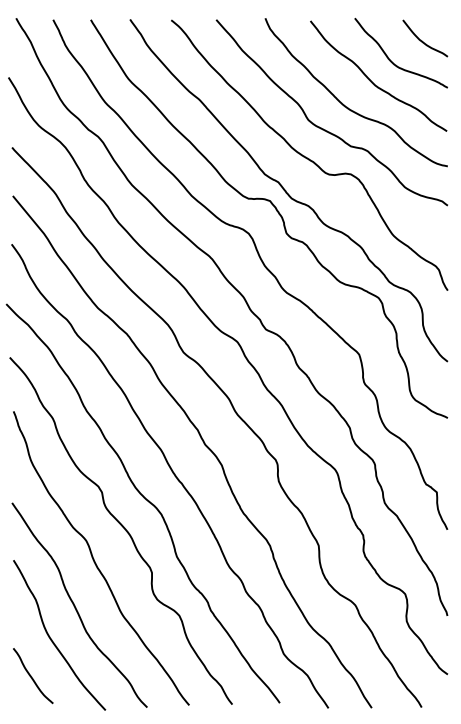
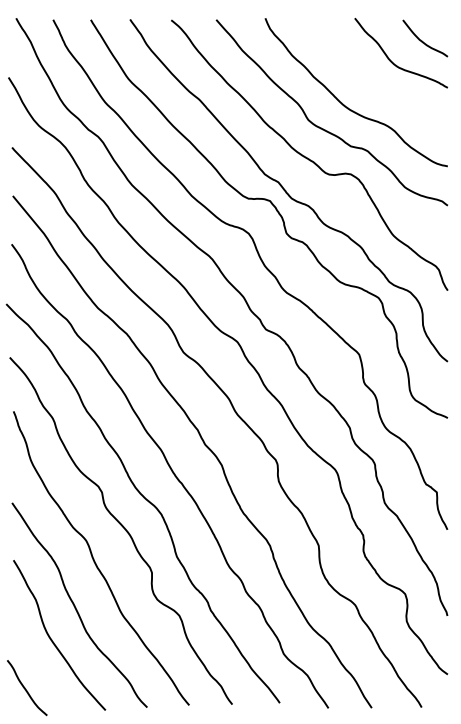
curve at (372, 81): present -> none
curve at (32, 677) position: (32, 677) -> (26, 689)
